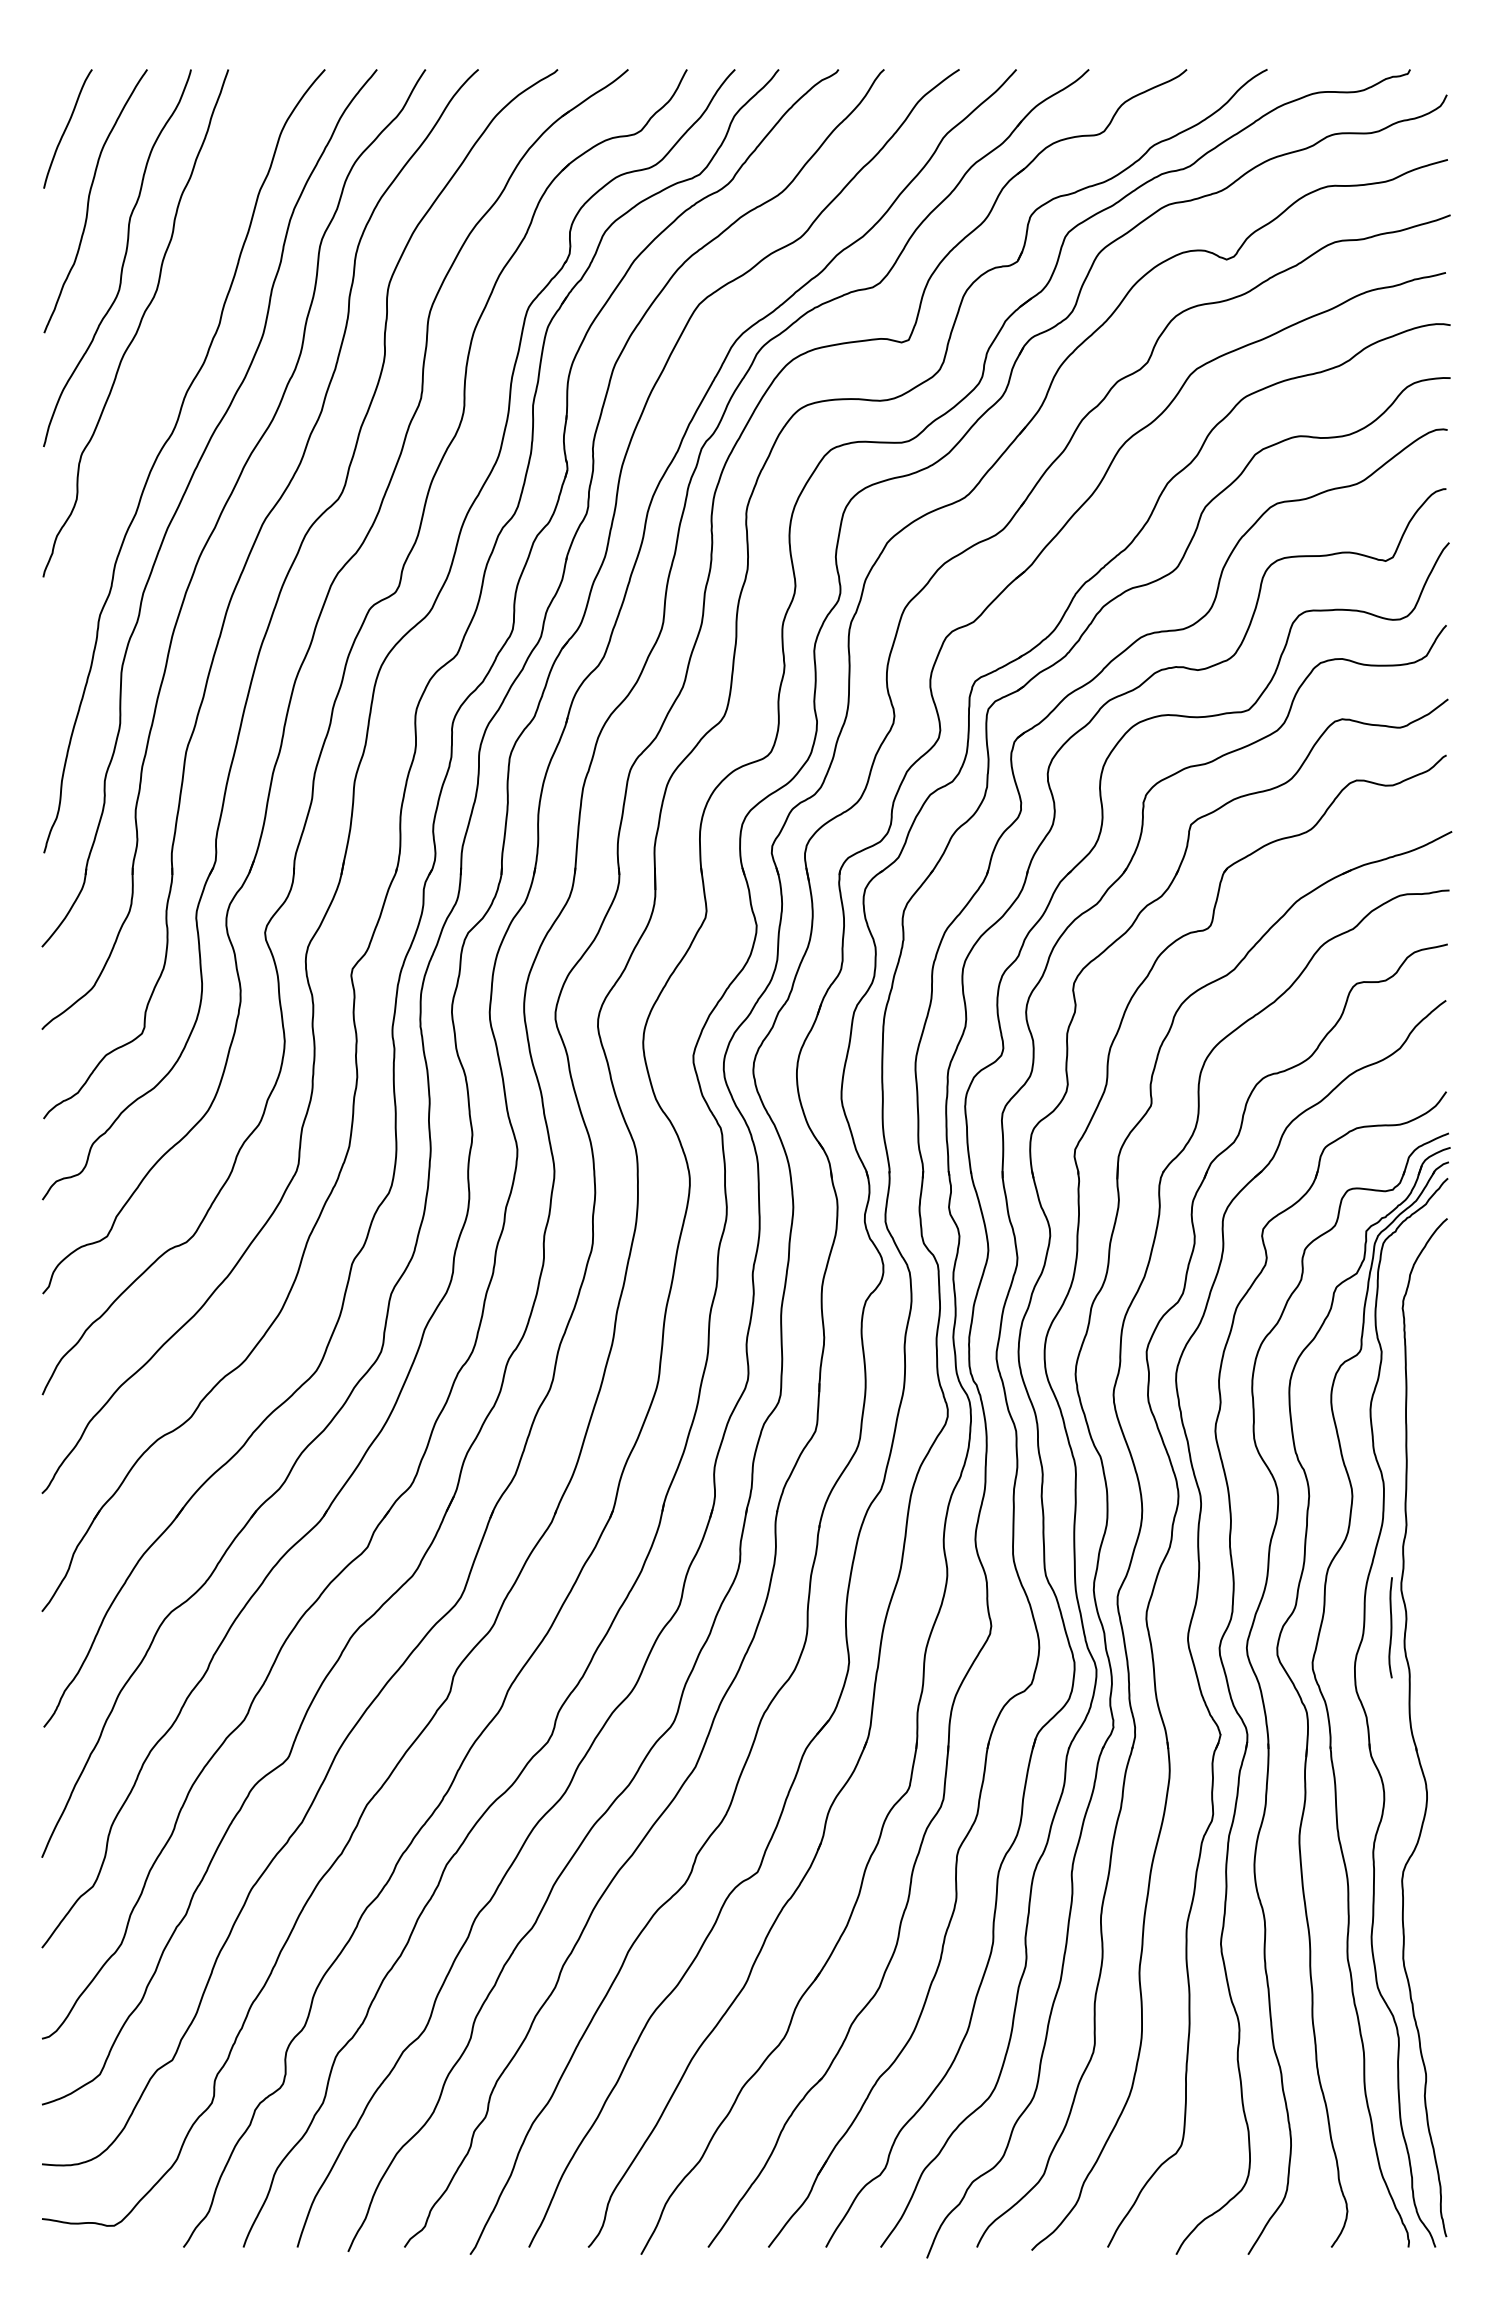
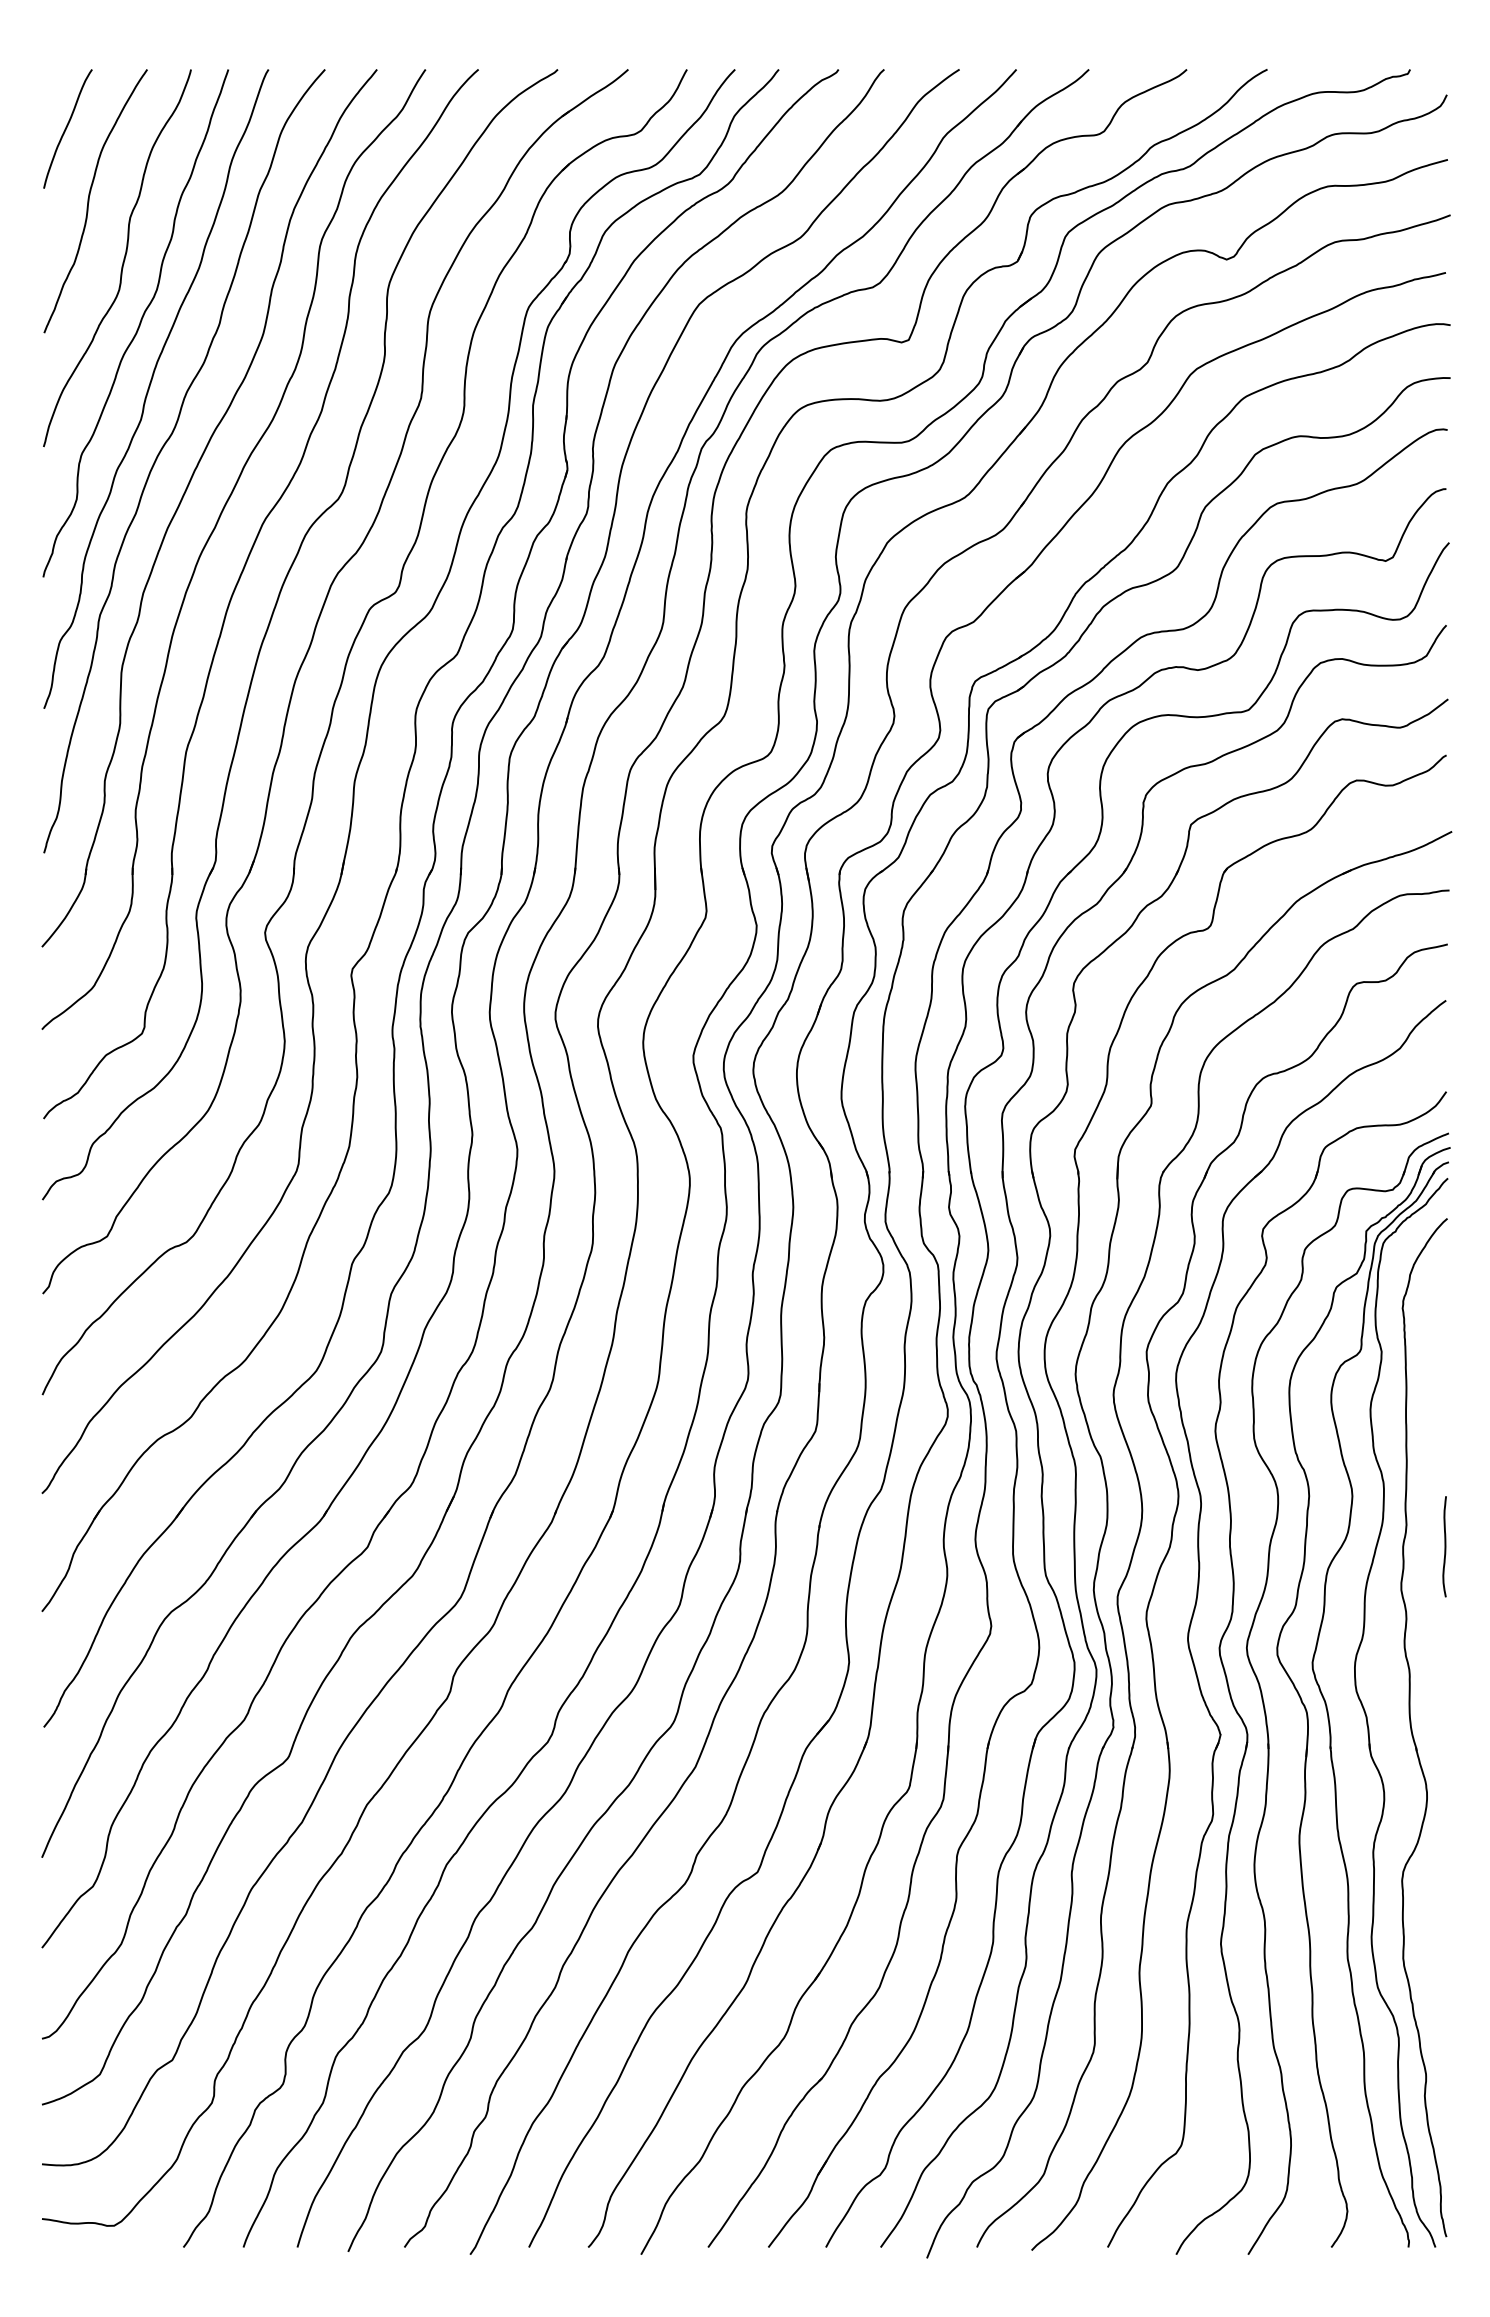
curve at (150, 386): none -> present
curve at (1390, 1627) position: (1390, 1627) -> (1444, 1546)
